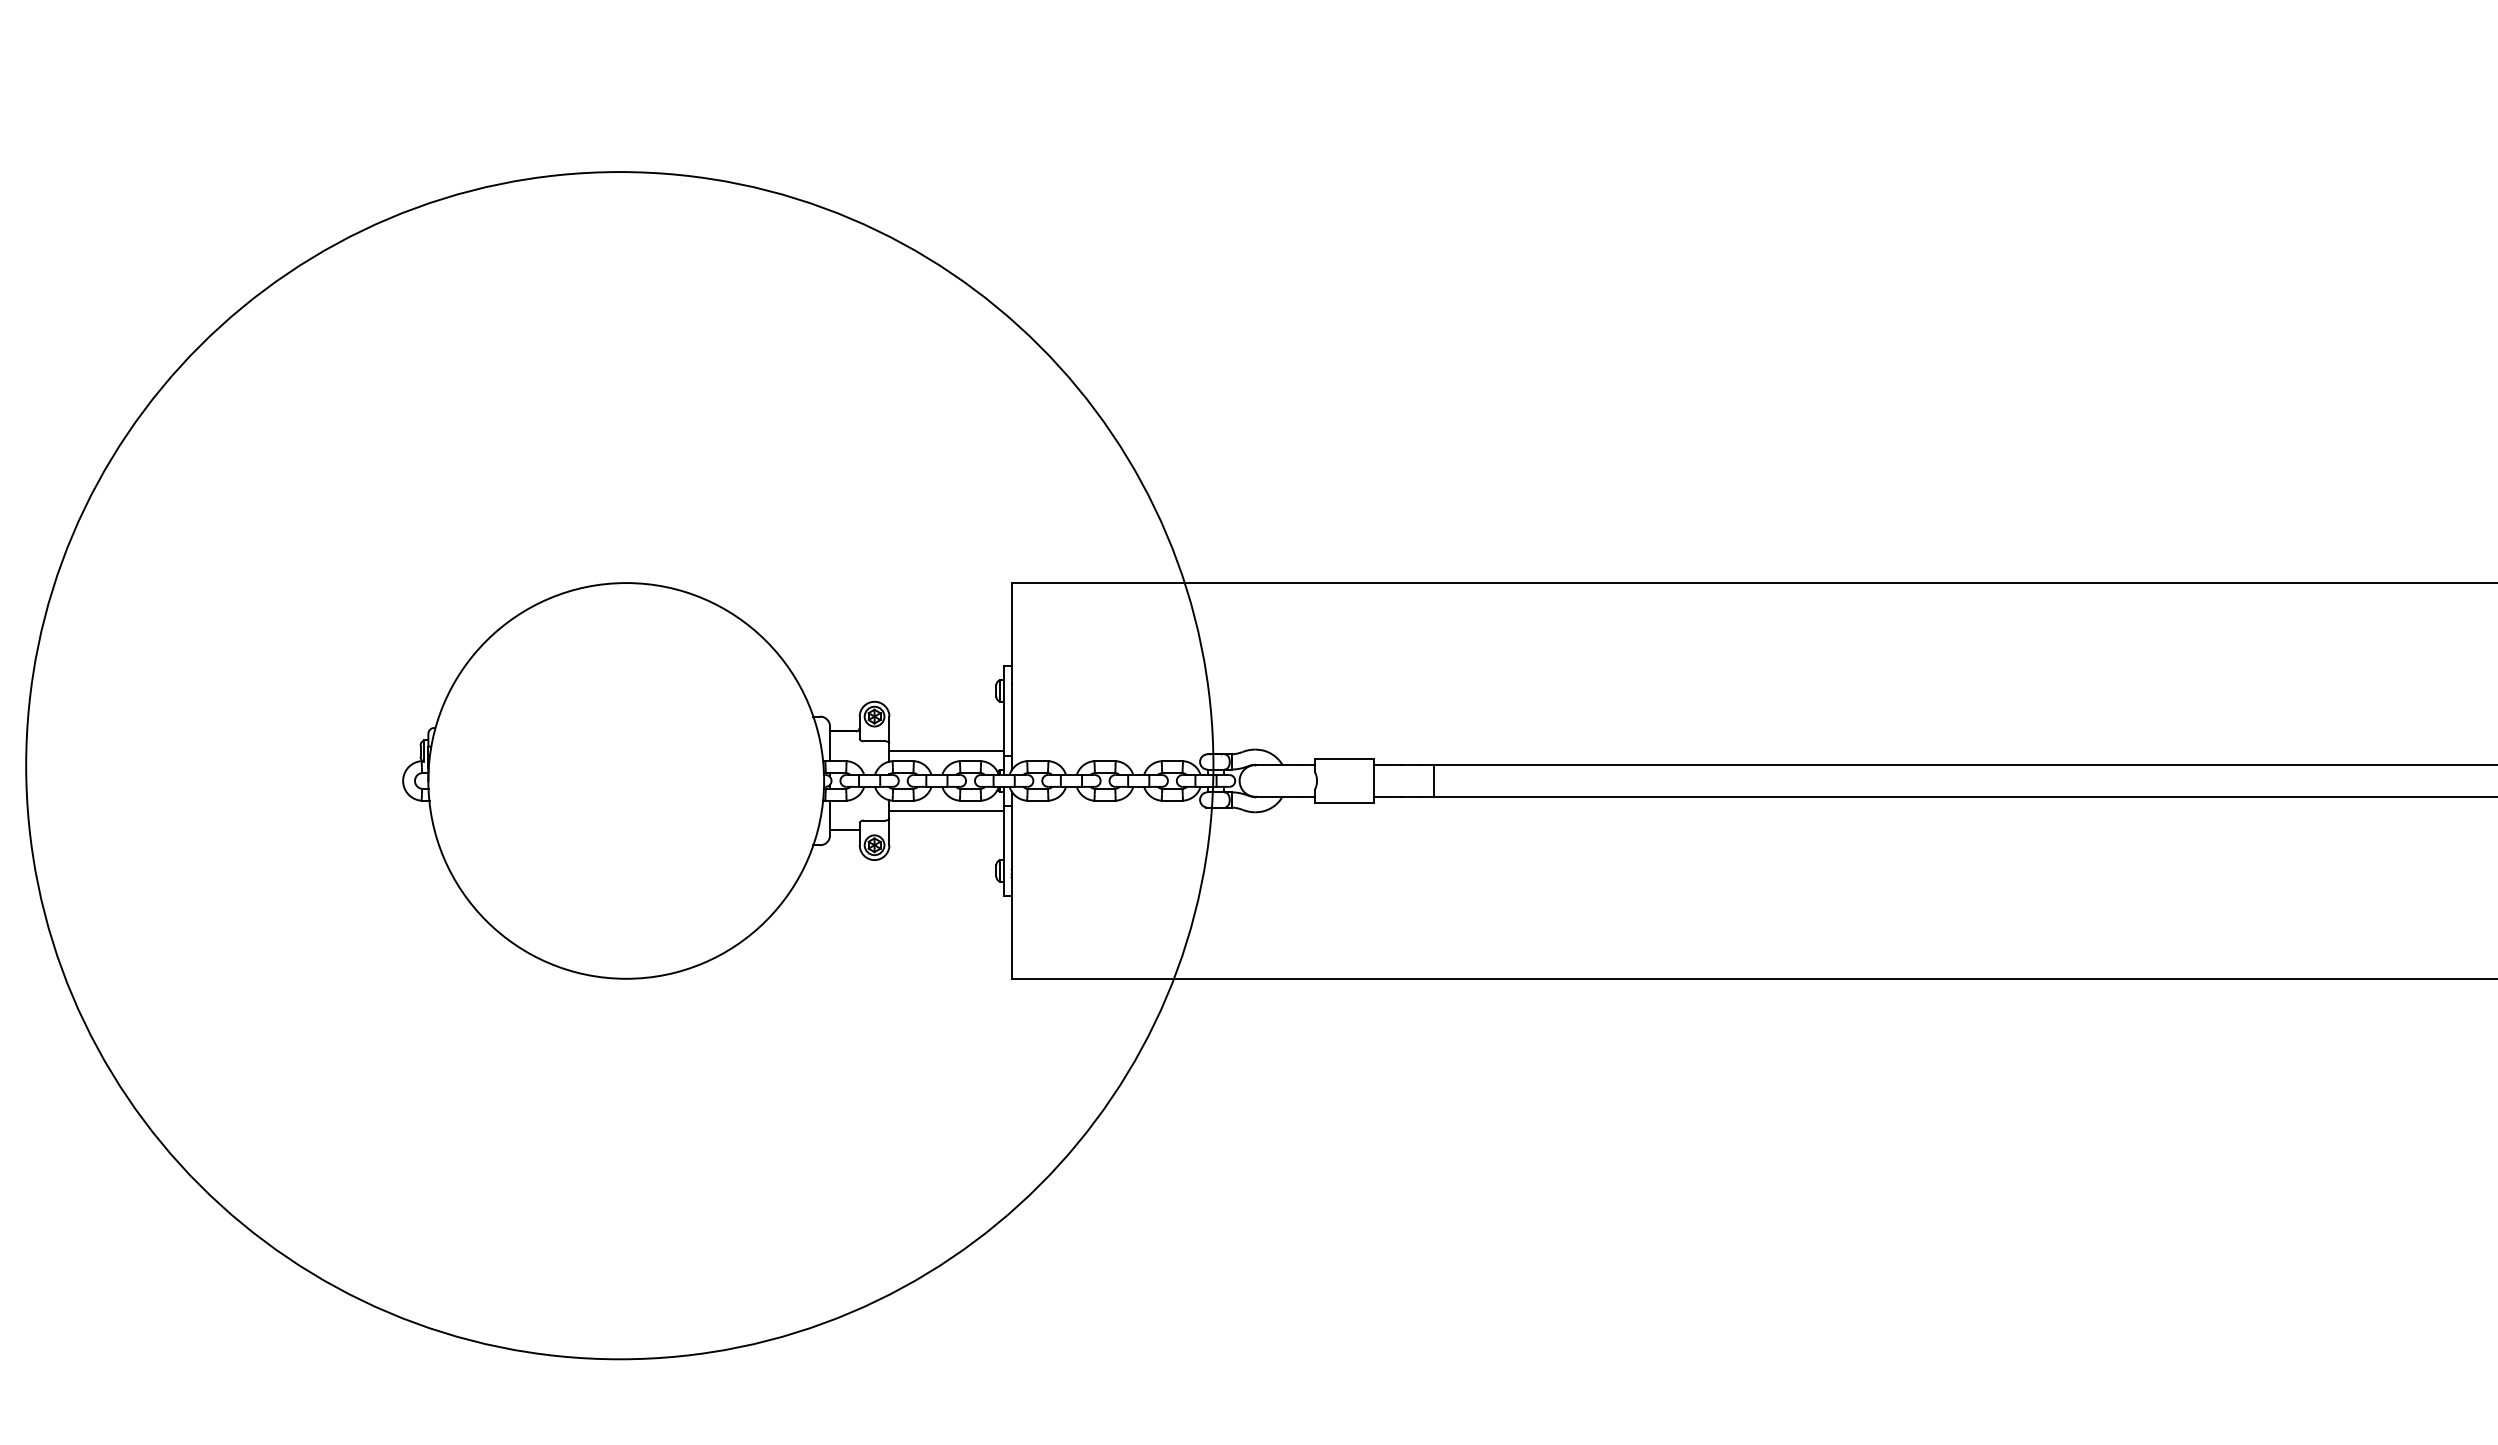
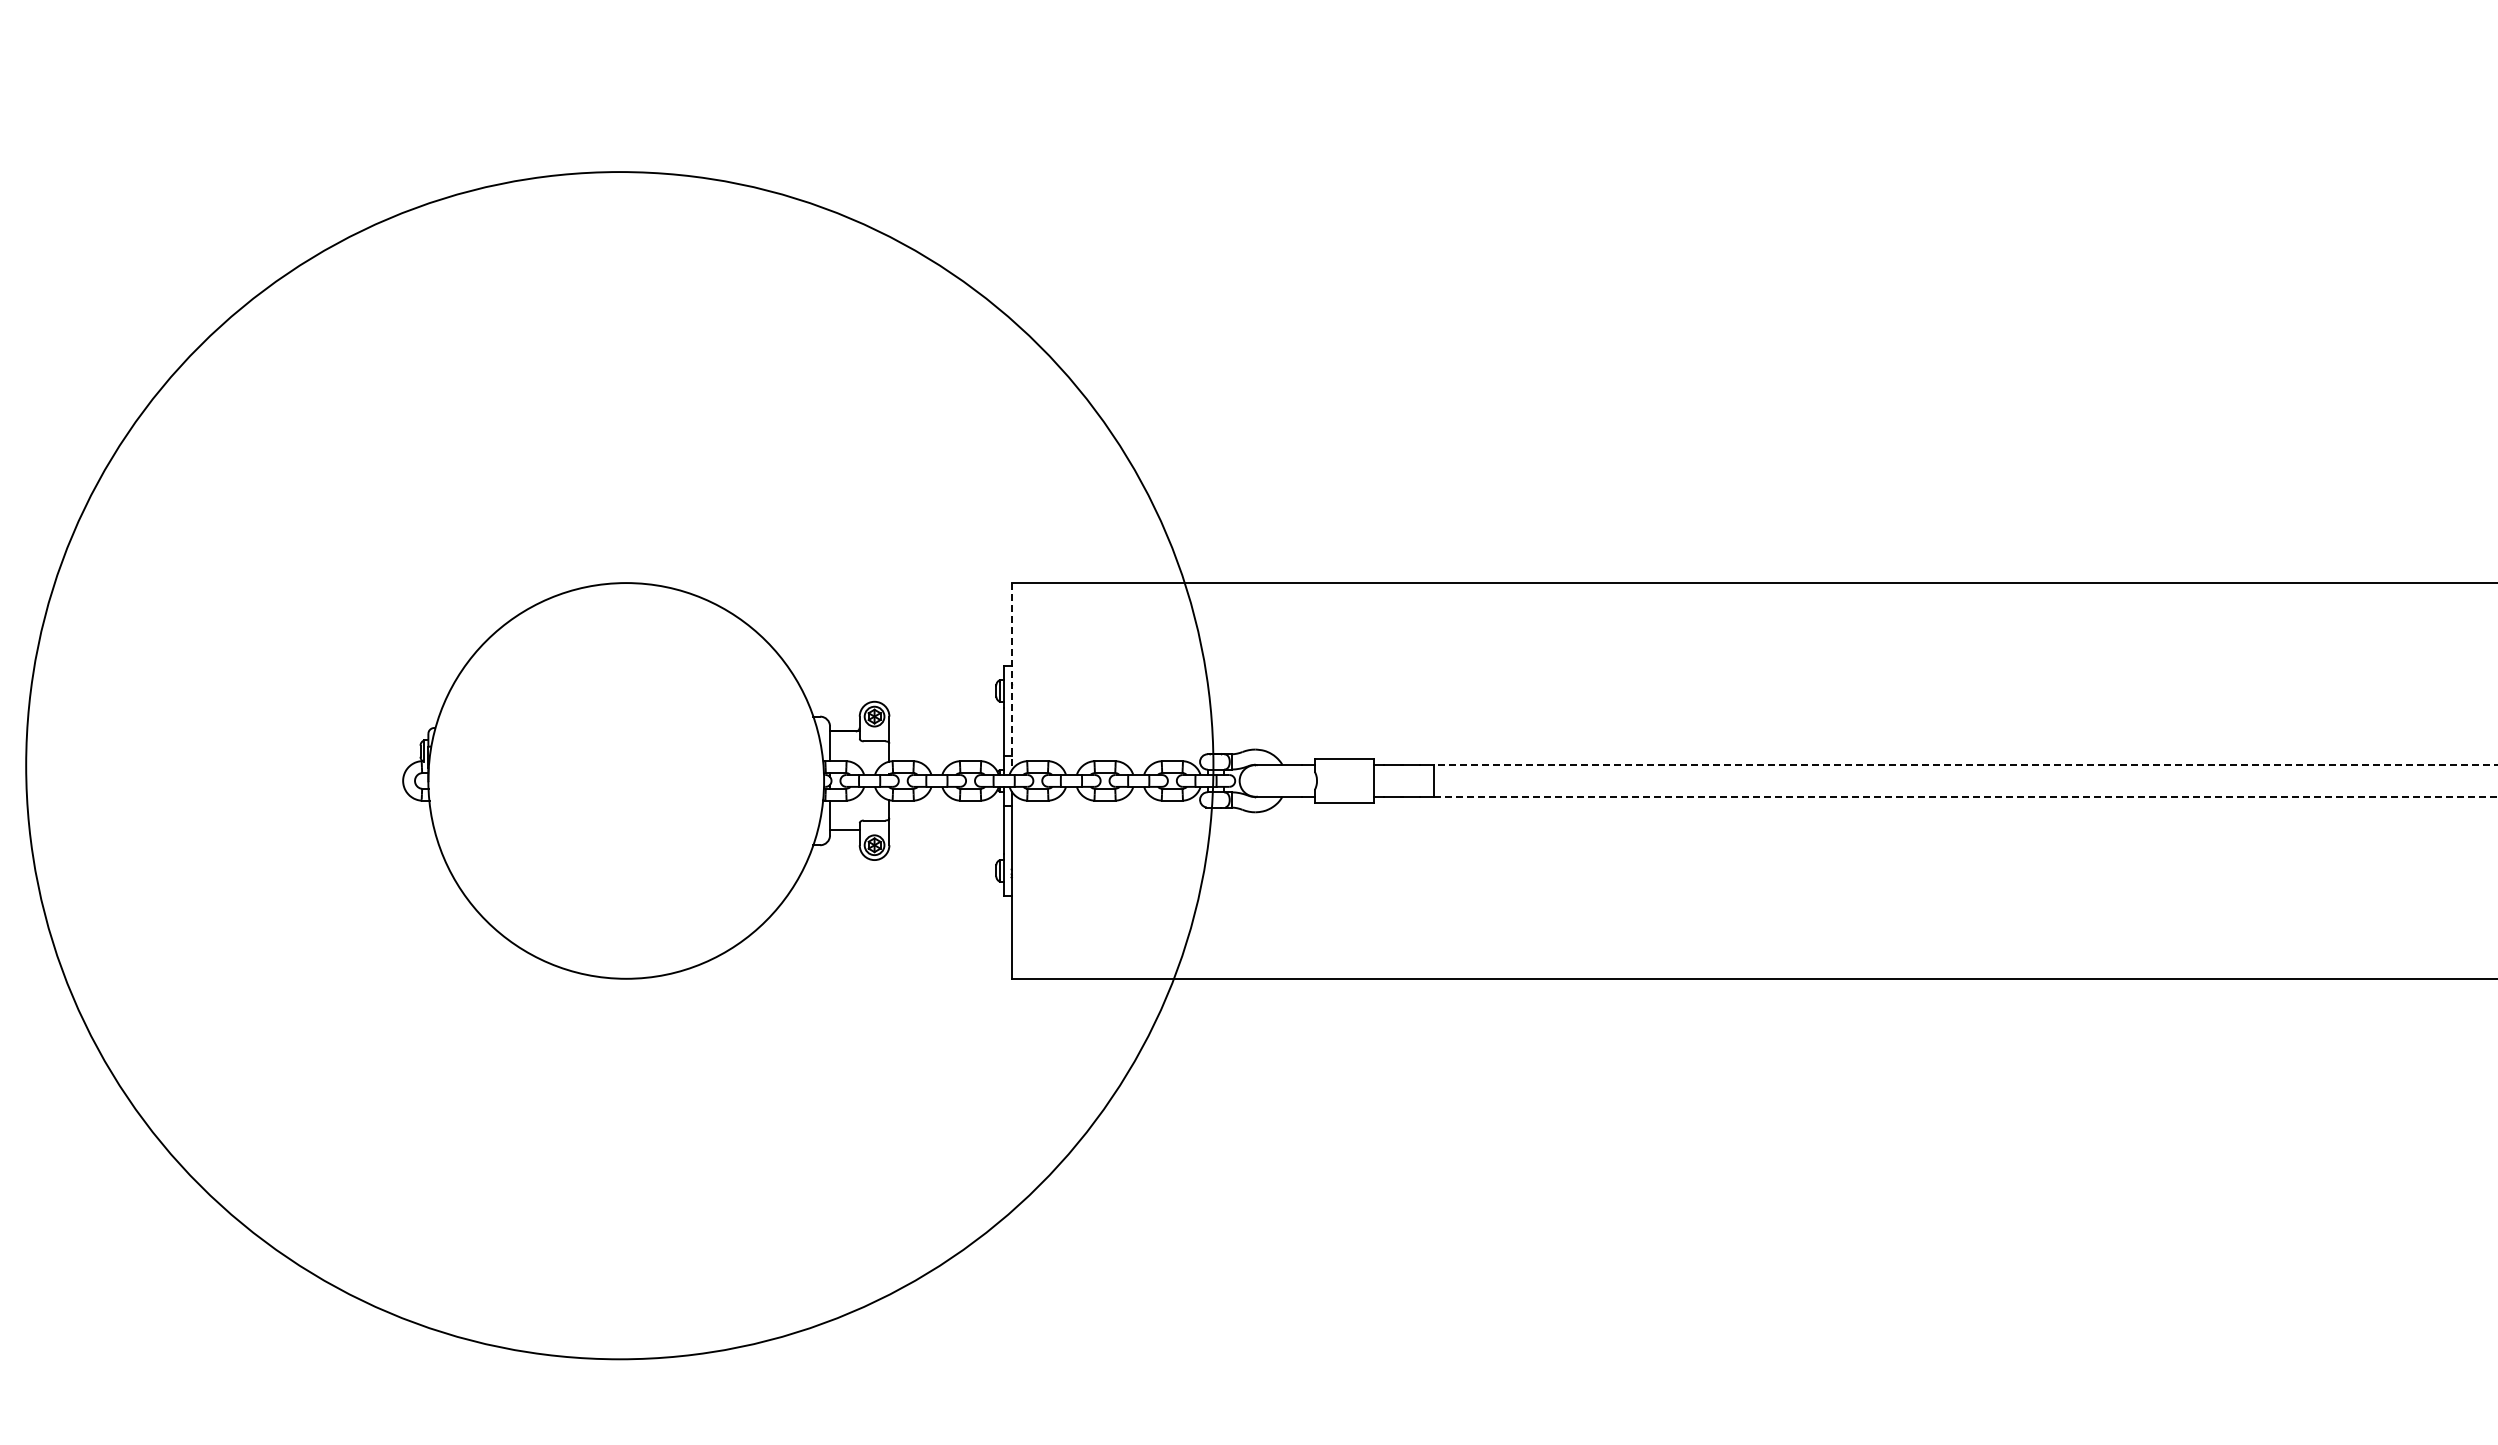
line at (1012, 676): solid -> dashed
line at (946, 751): present -> none
line at (1965, 765): solid -> dashed
line at (1965, 796): solid -> dashed
line at (946, 810): present -> none
